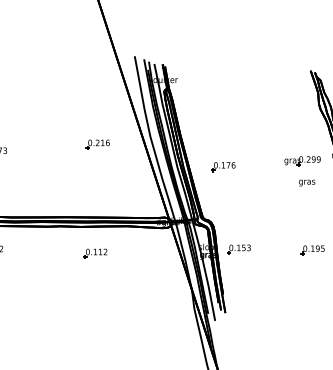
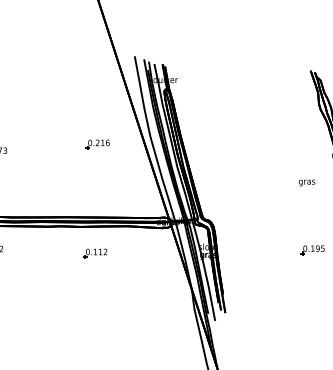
part at (302, 161): present -> none
part at (223, 167): present -> none
part at (238, 249): present -> none
